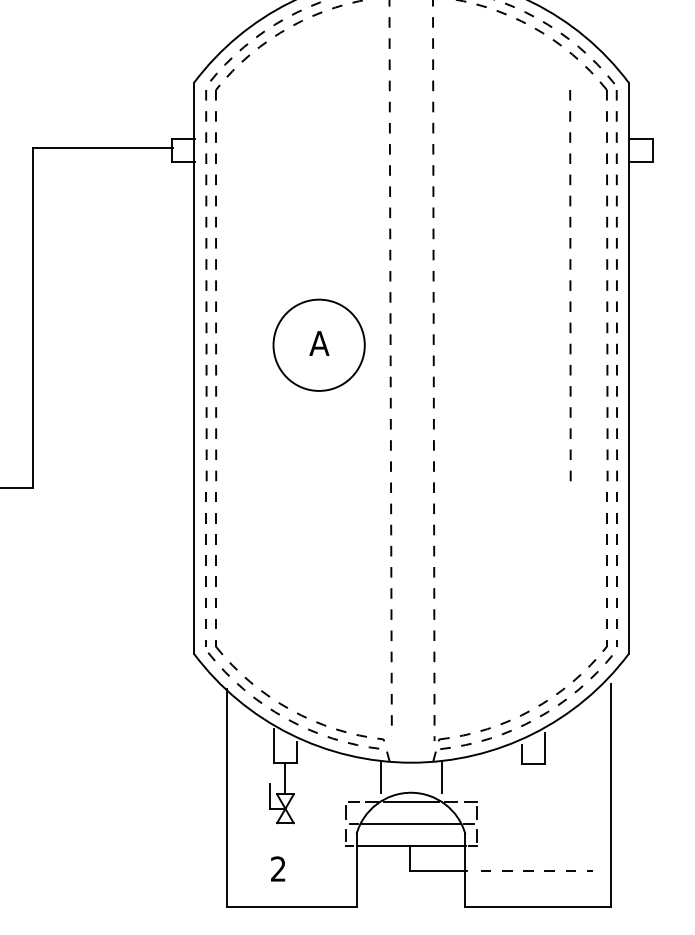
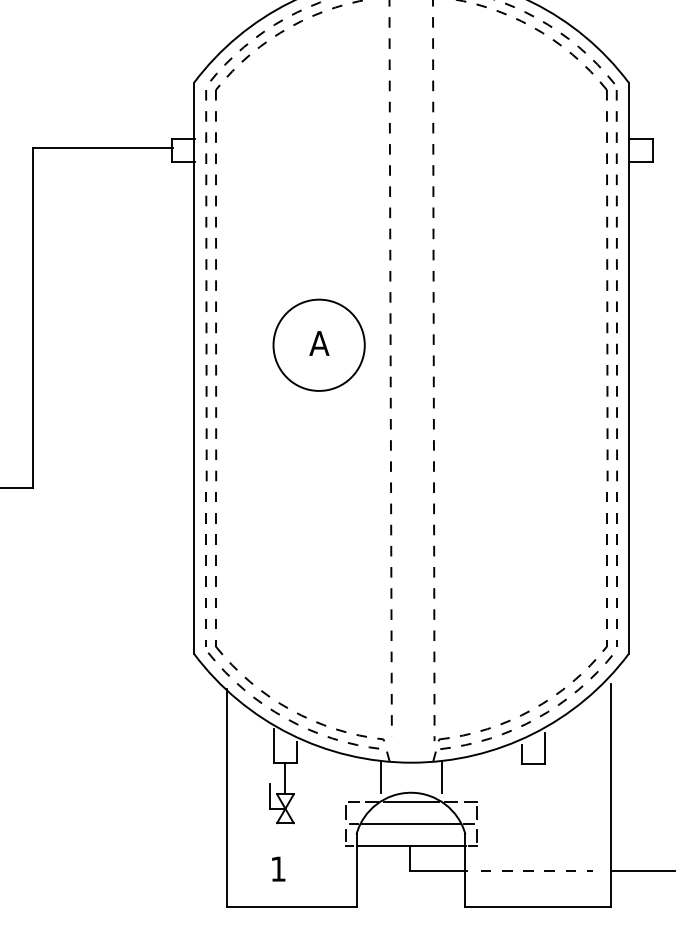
line at (570, 285): present -> none
text at (278, 868): 2 -> 1
line at (642, 871): none -> present
